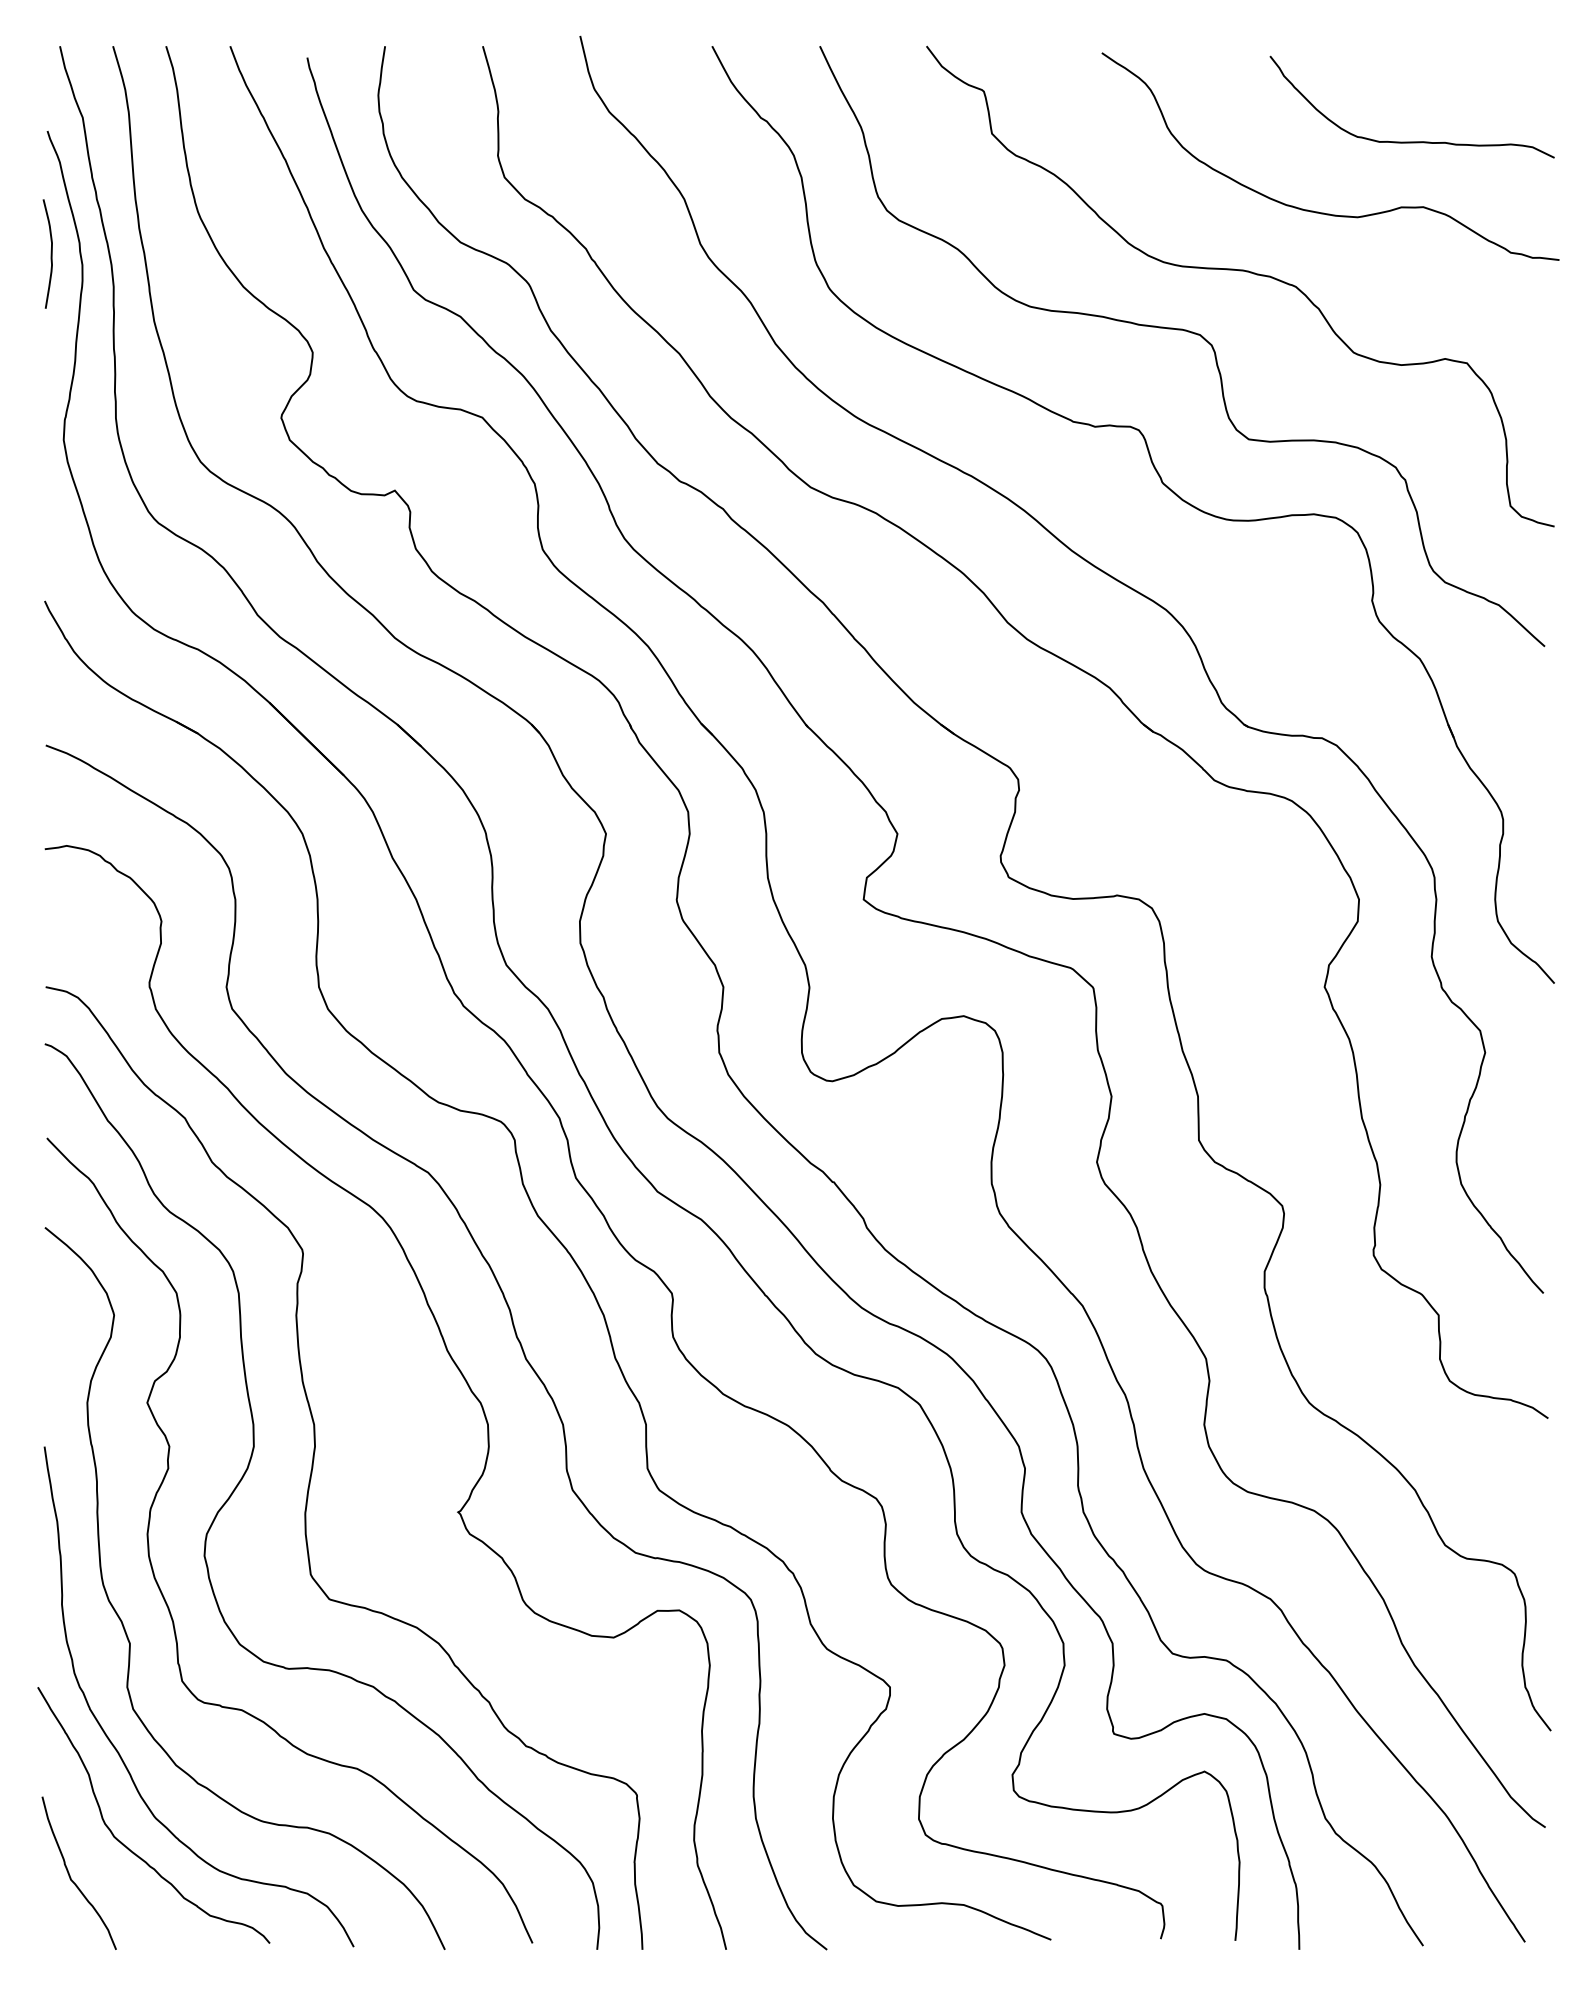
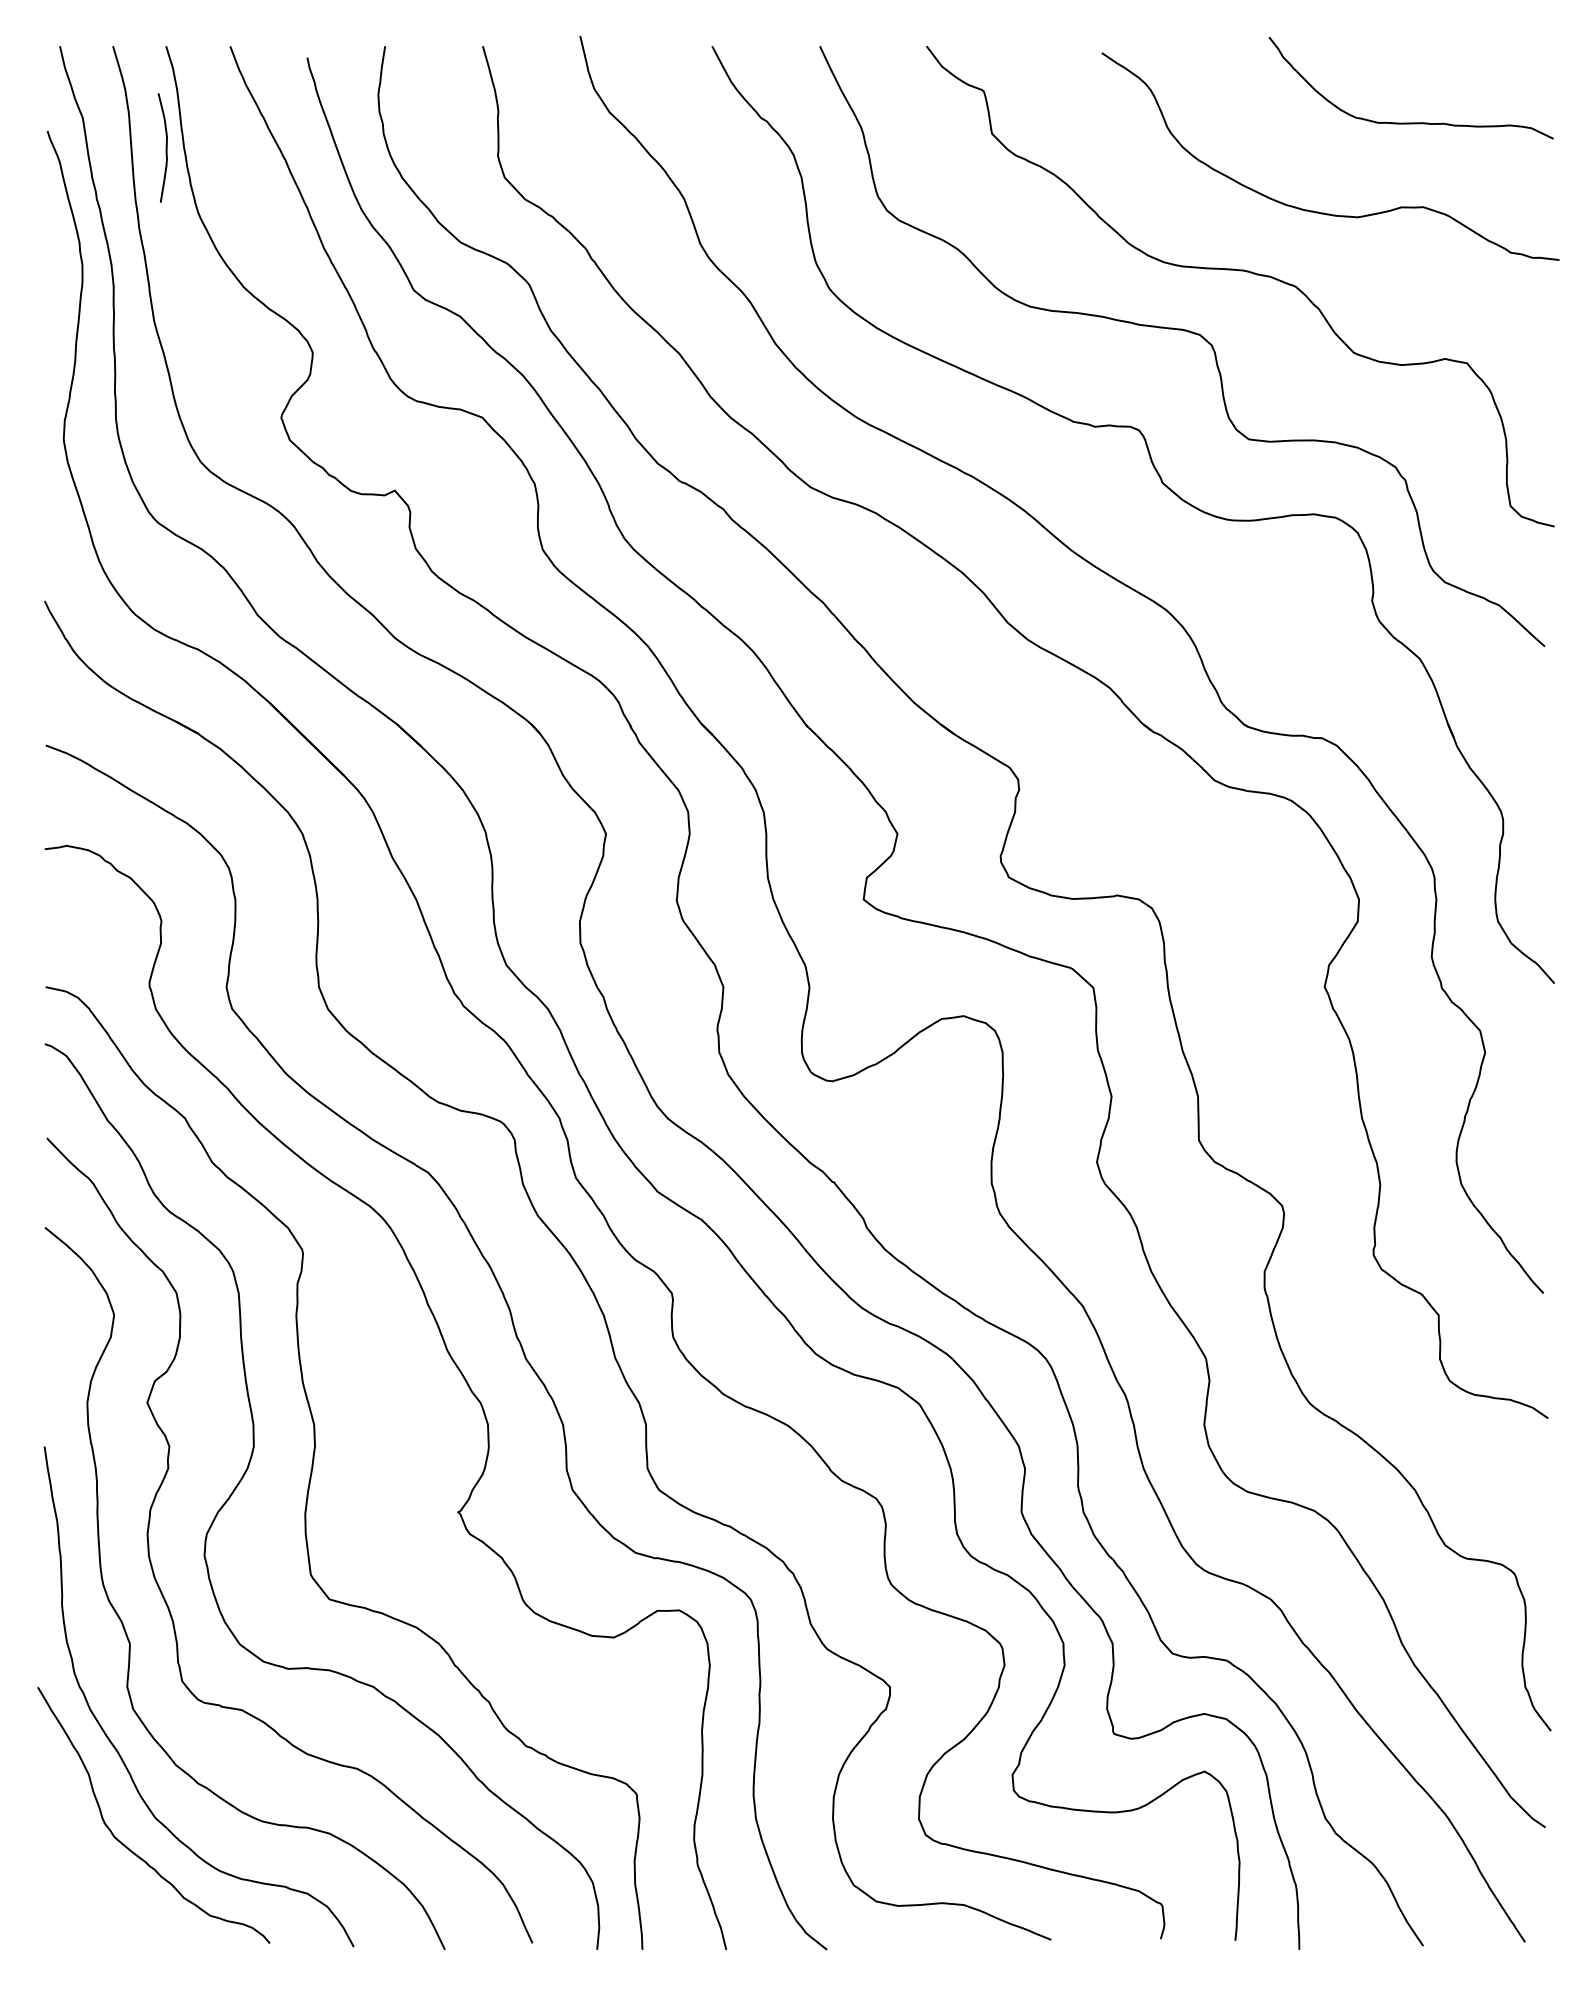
curve at (1411, 141) position: (1411, 141) -> (1410, 122)
curve at (50, 253) position: (50, 253) -> (165, 147)
curve at (70, 1875): present -> none
